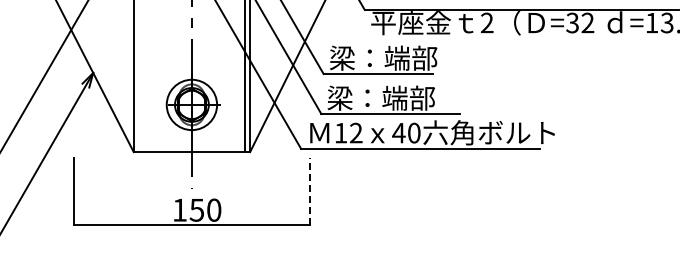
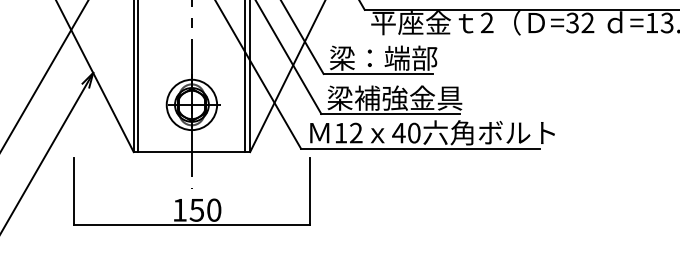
line at (138, 77): none -> present
text at (408, 97): 梁：端部 -> 梁補強金具
line at (309, 191): dashed -> solid
